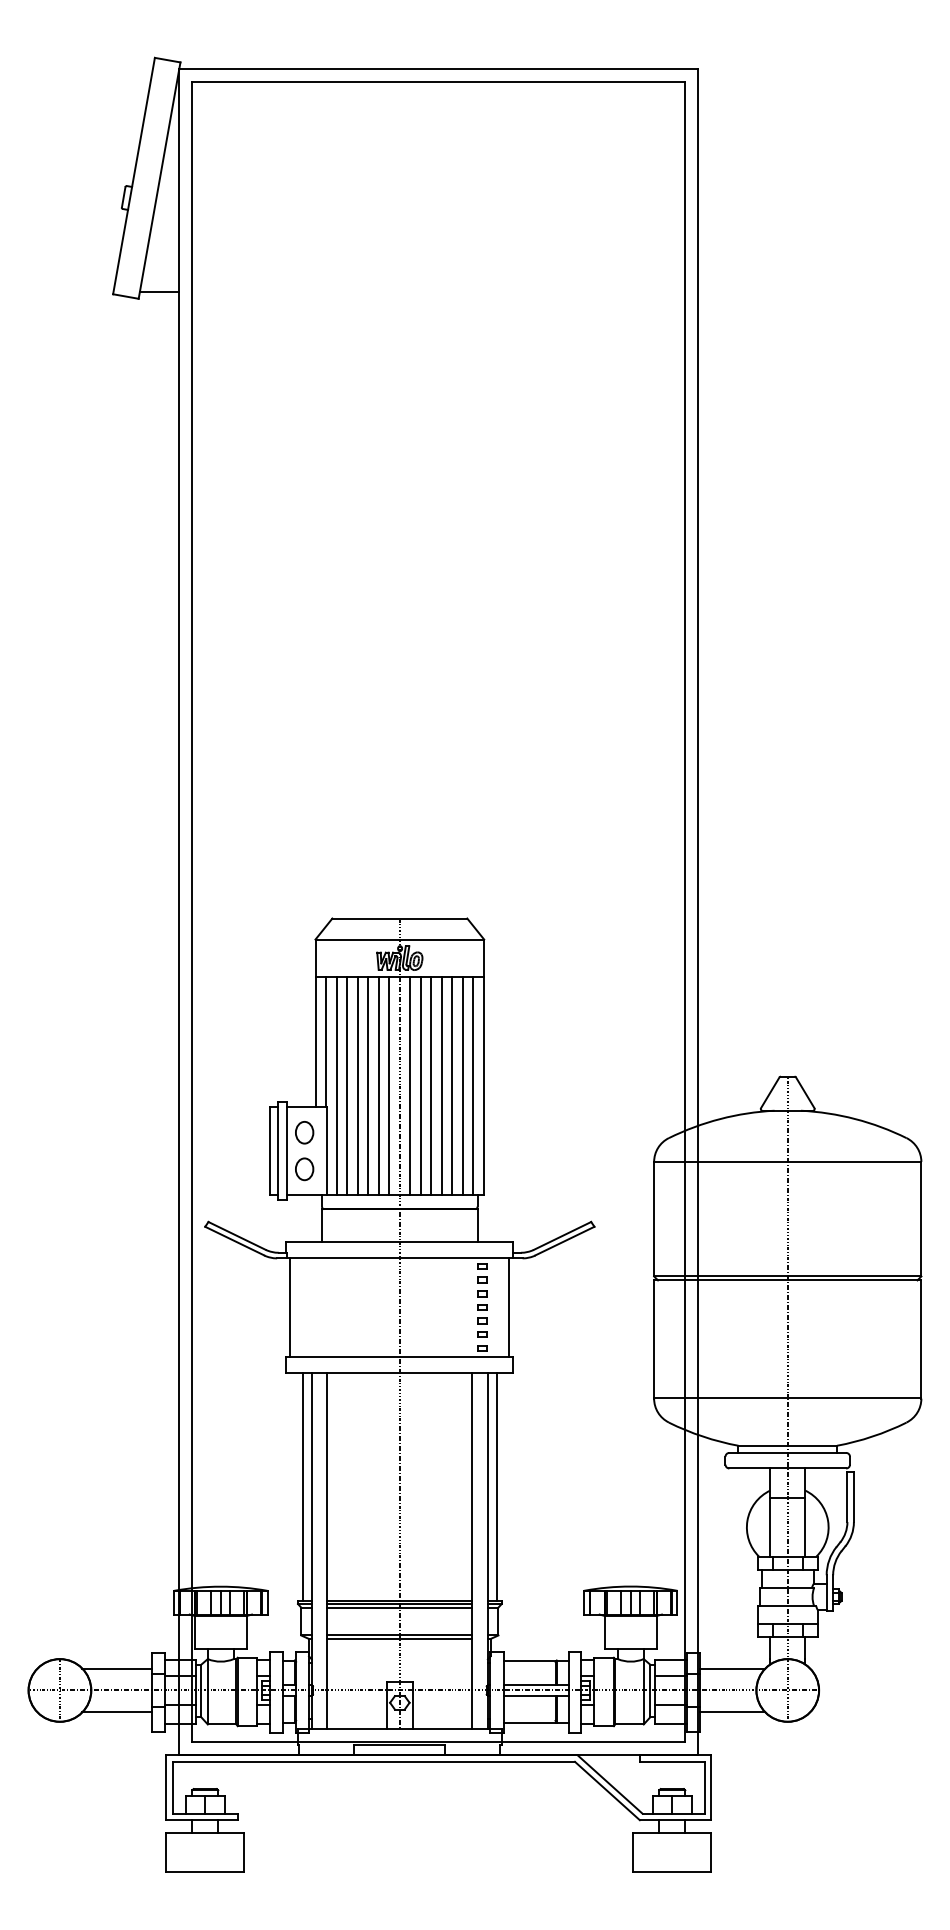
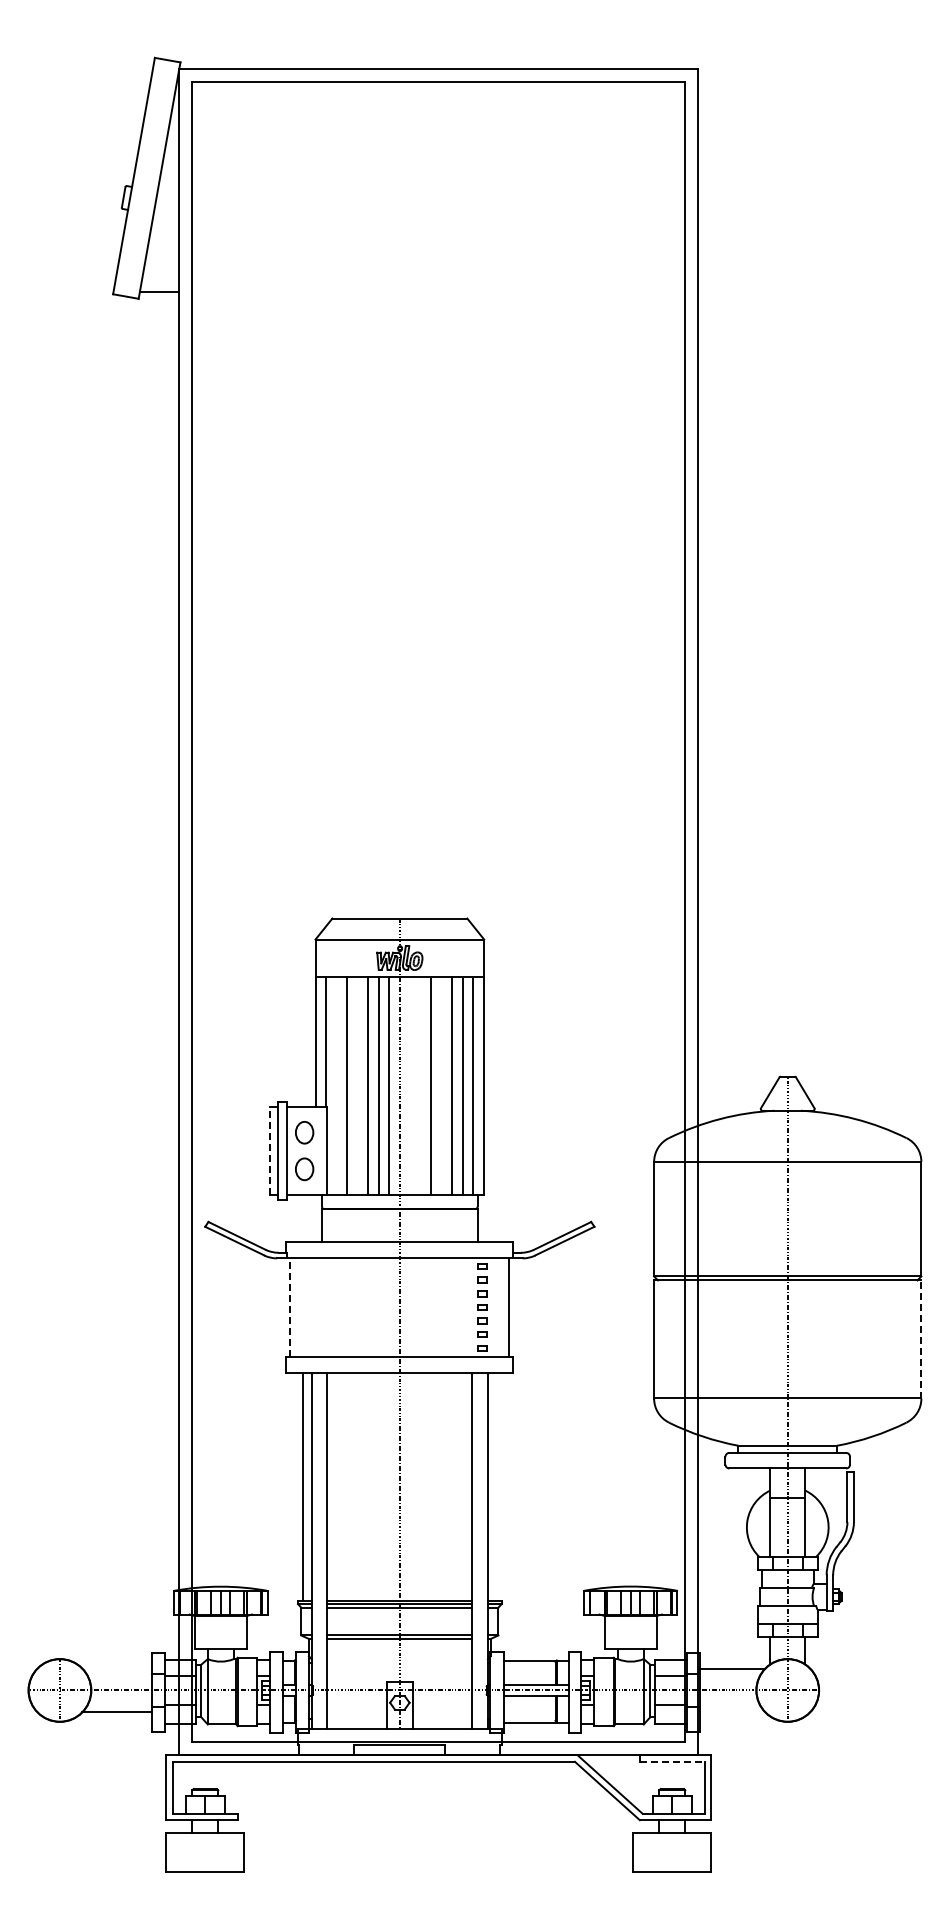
line at (336, 1085): present -> none
line at (357, 1085): present -> none
line at (410, 1085): present -> none
line at (420, 1085): present -> none
line at (441, 1085): present -> none
line at (269, 1151): solid -> dashed
line at (290, 1306): solid -> dashed
line at (921, 1339): solid -> dashed
line at (497, 1486): present -> none
line at (117, 1668): present -> none
line at (732, 1712): present -> none
line at (672, 1761): solid -> dashed
